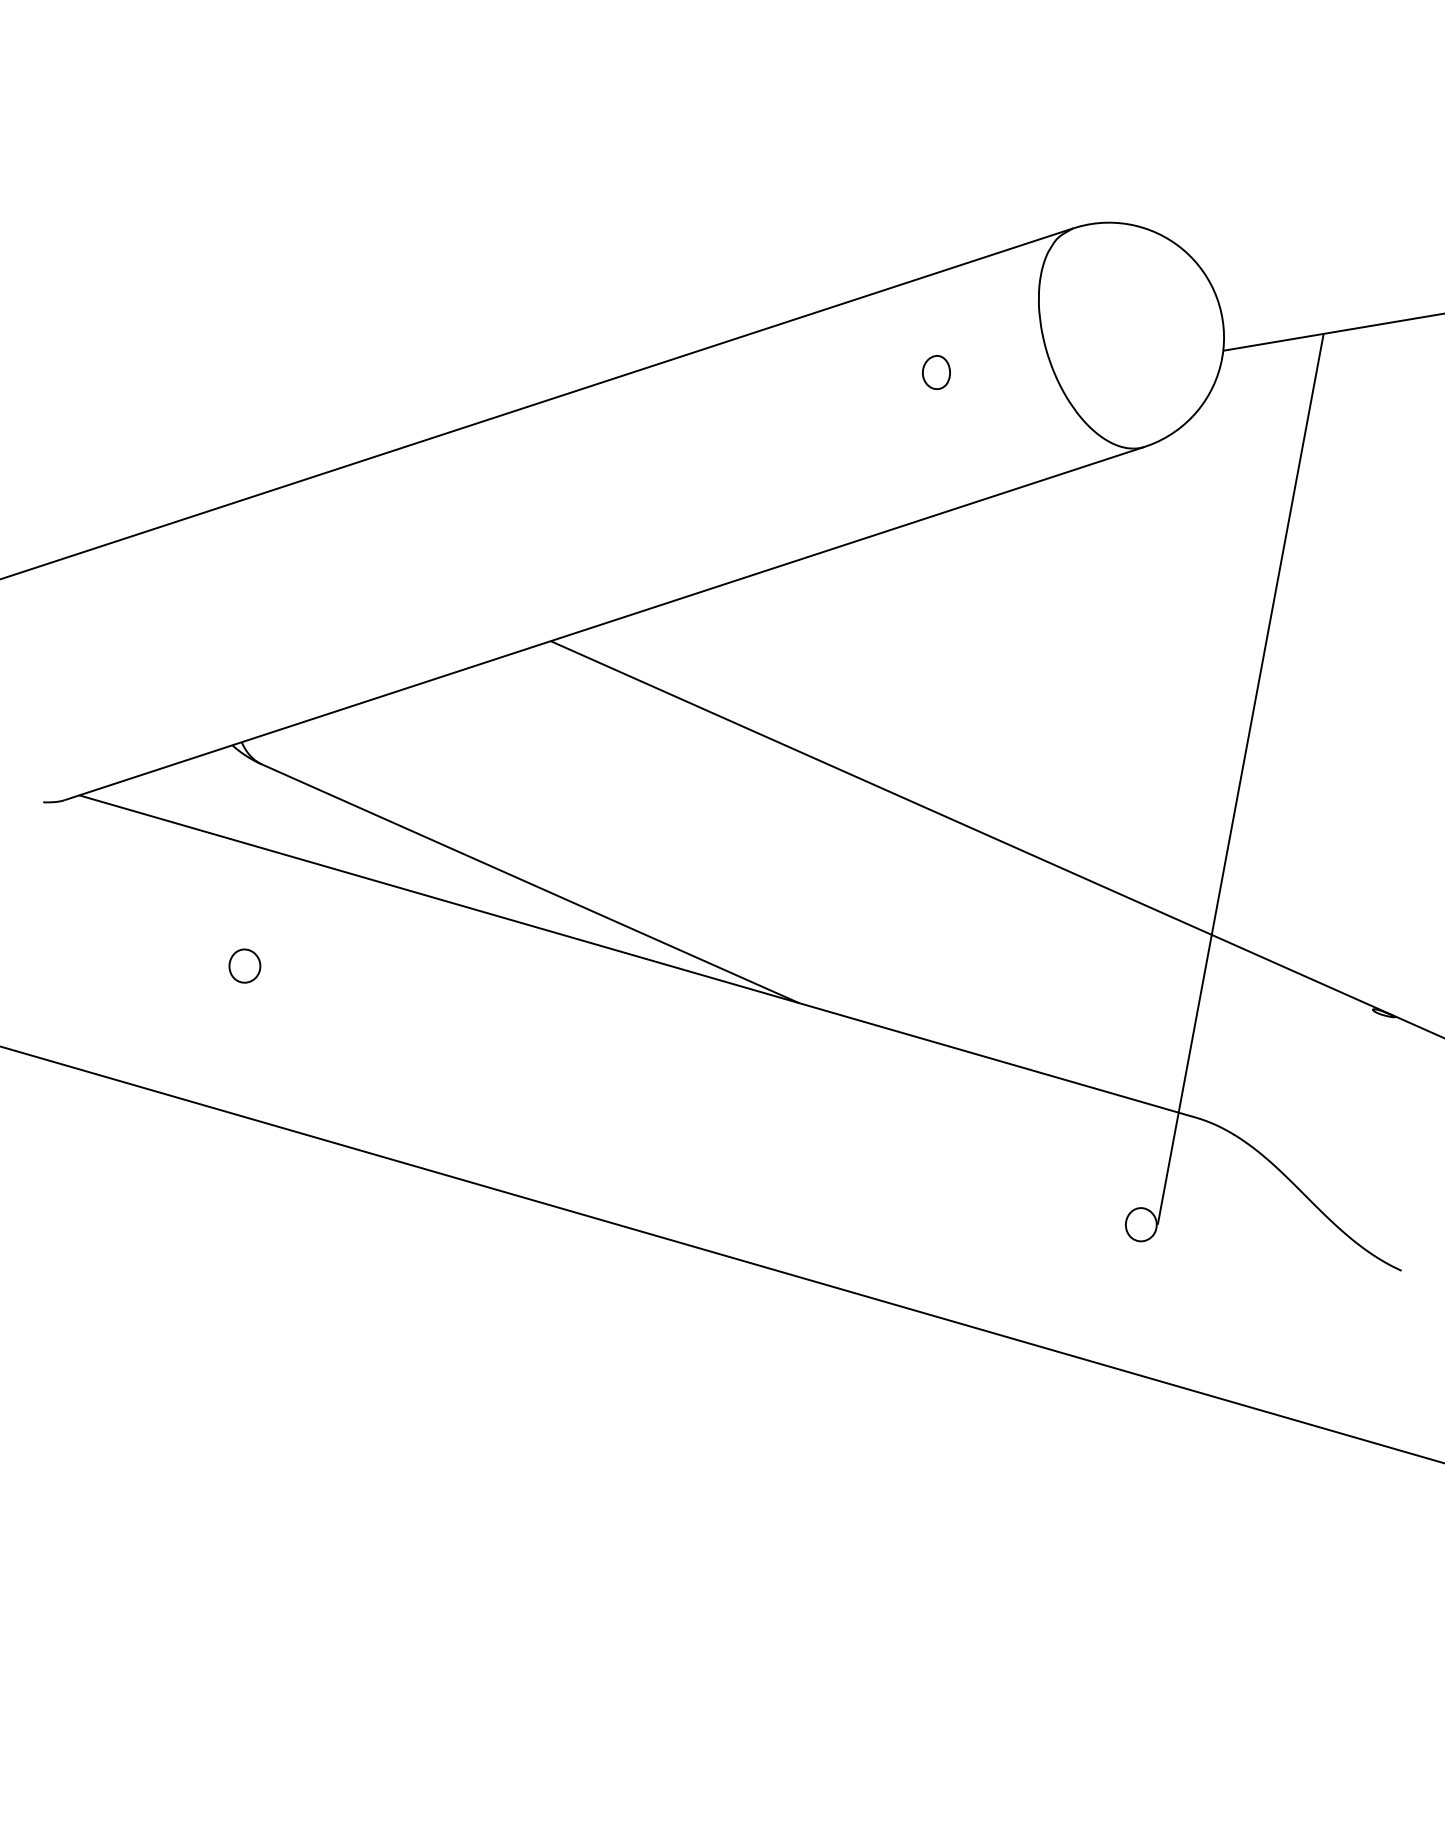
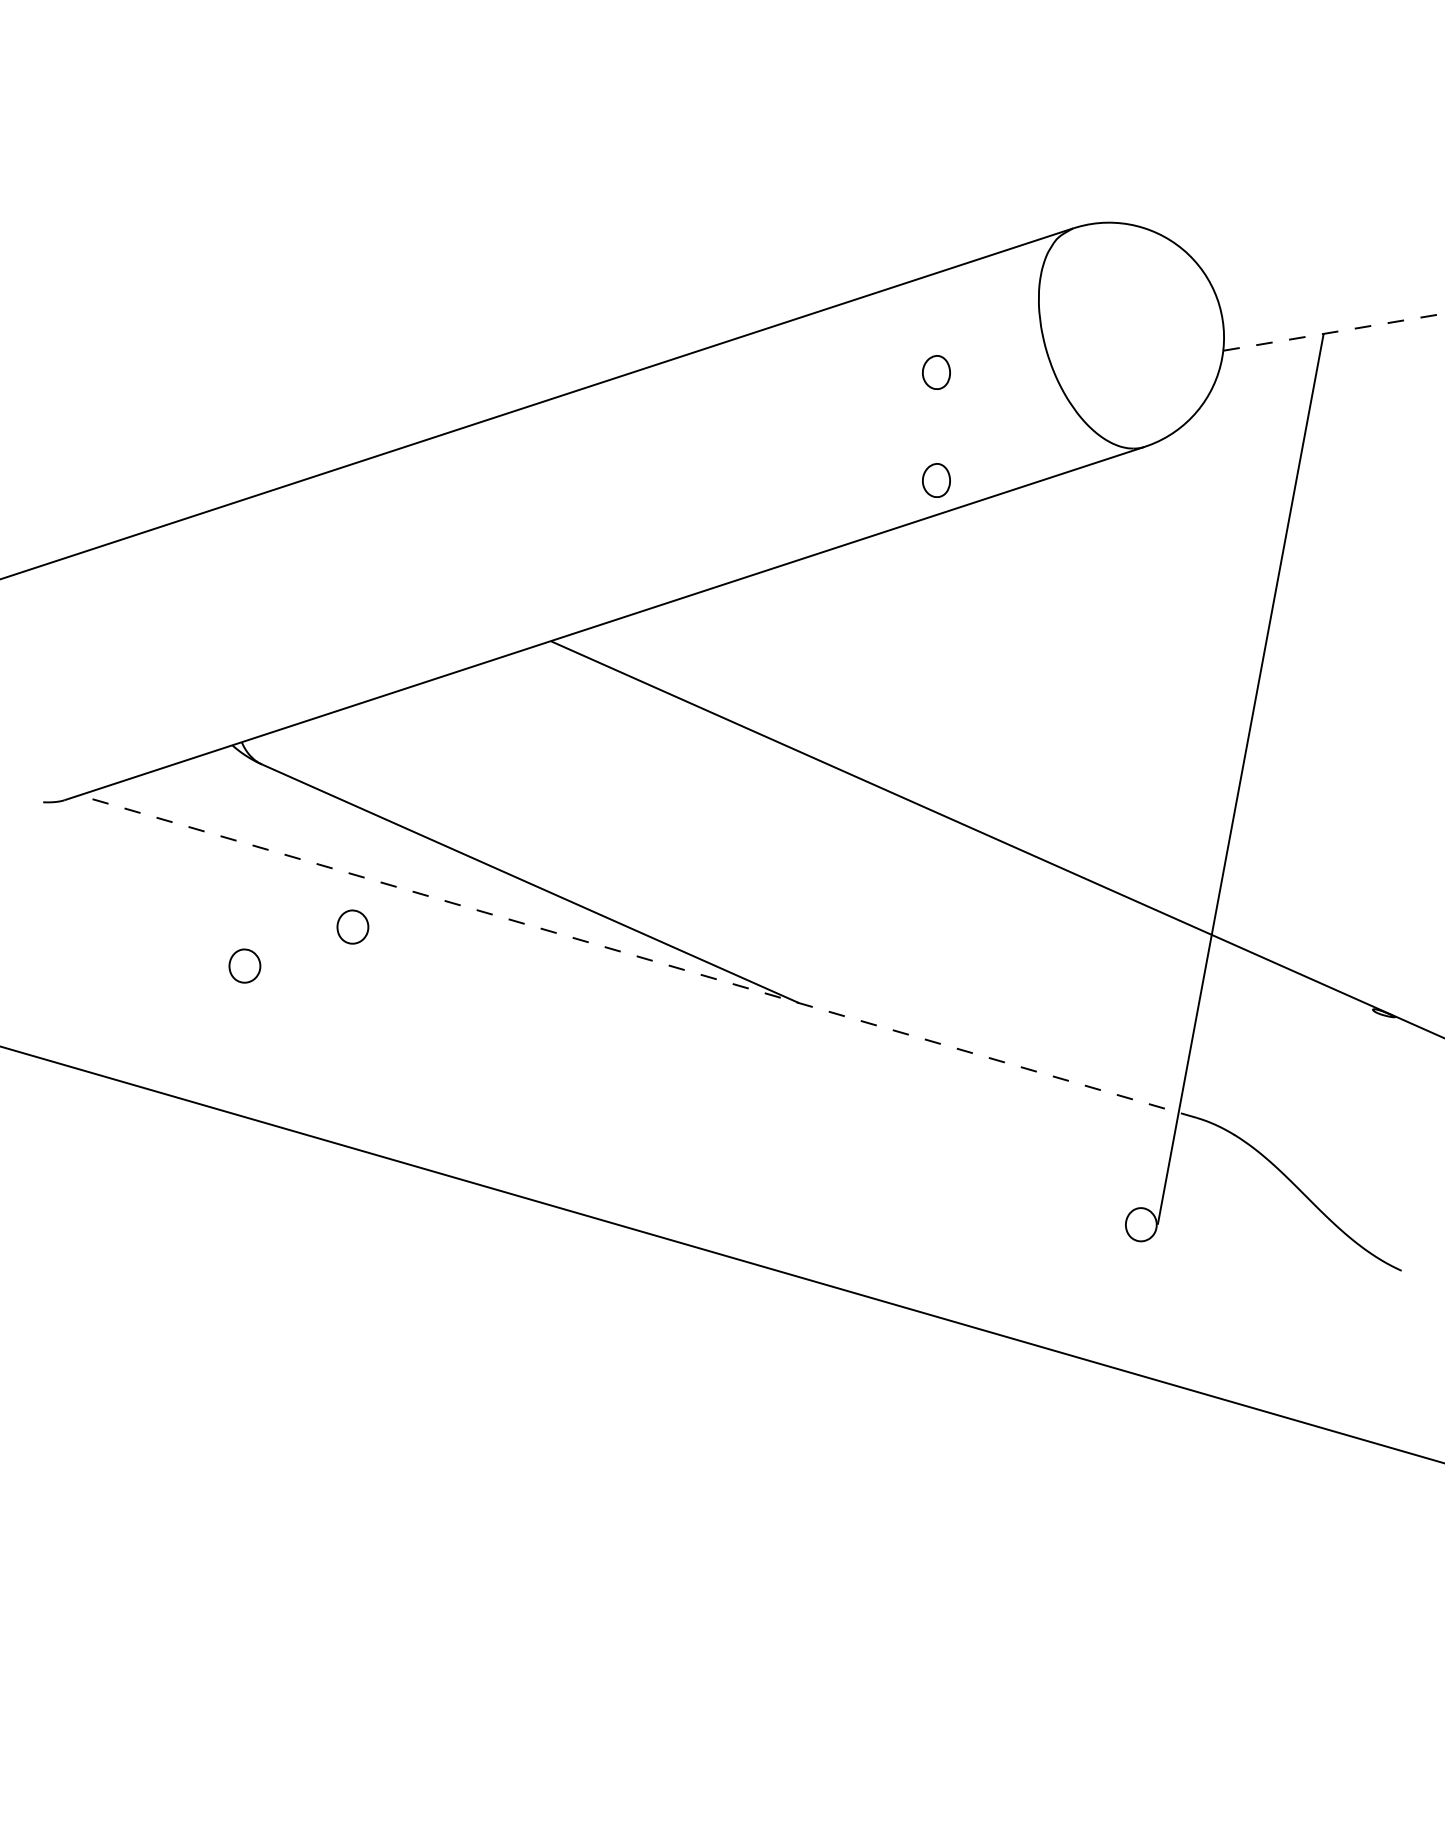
line at (1333, 332): solid -> dashed
part at (936, 480): none -> present
part at (352, 926): none -> present
line at (638, 956): solid -> dashed
